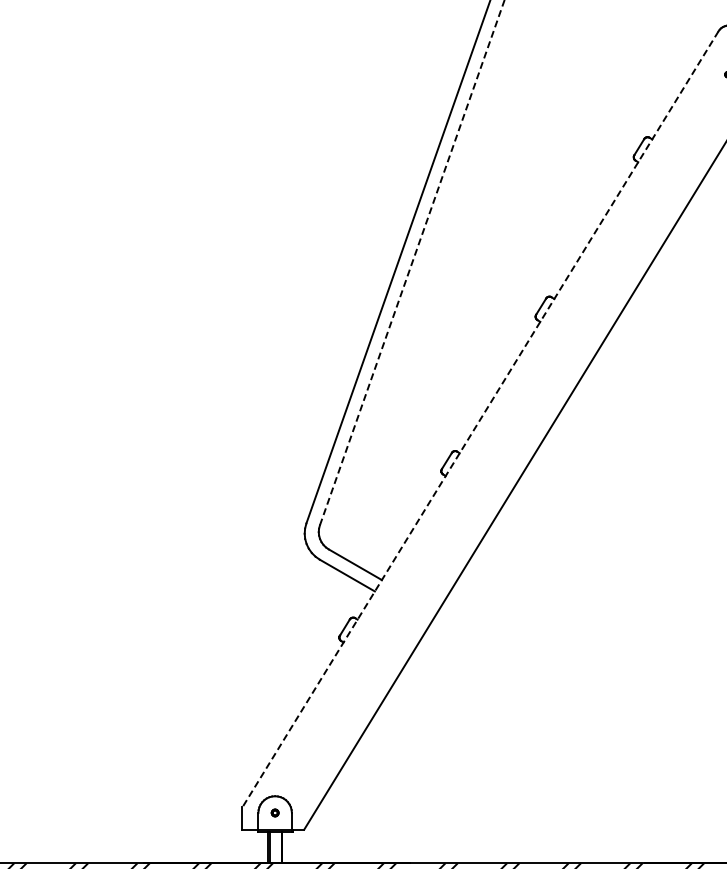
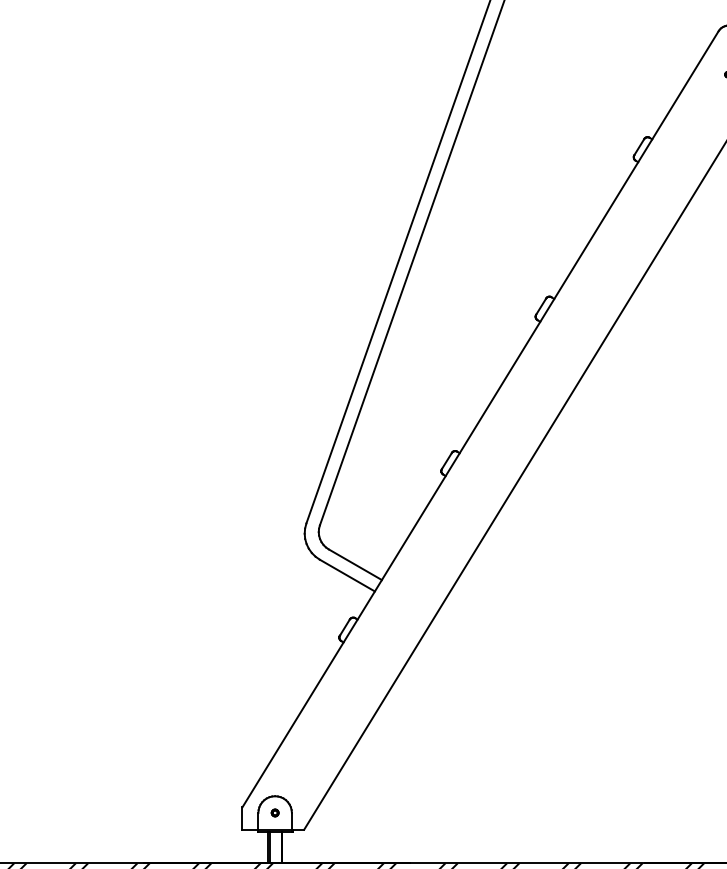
line at (412, 263): dashed -> solid
line at (480, 419): dashed -> solid
